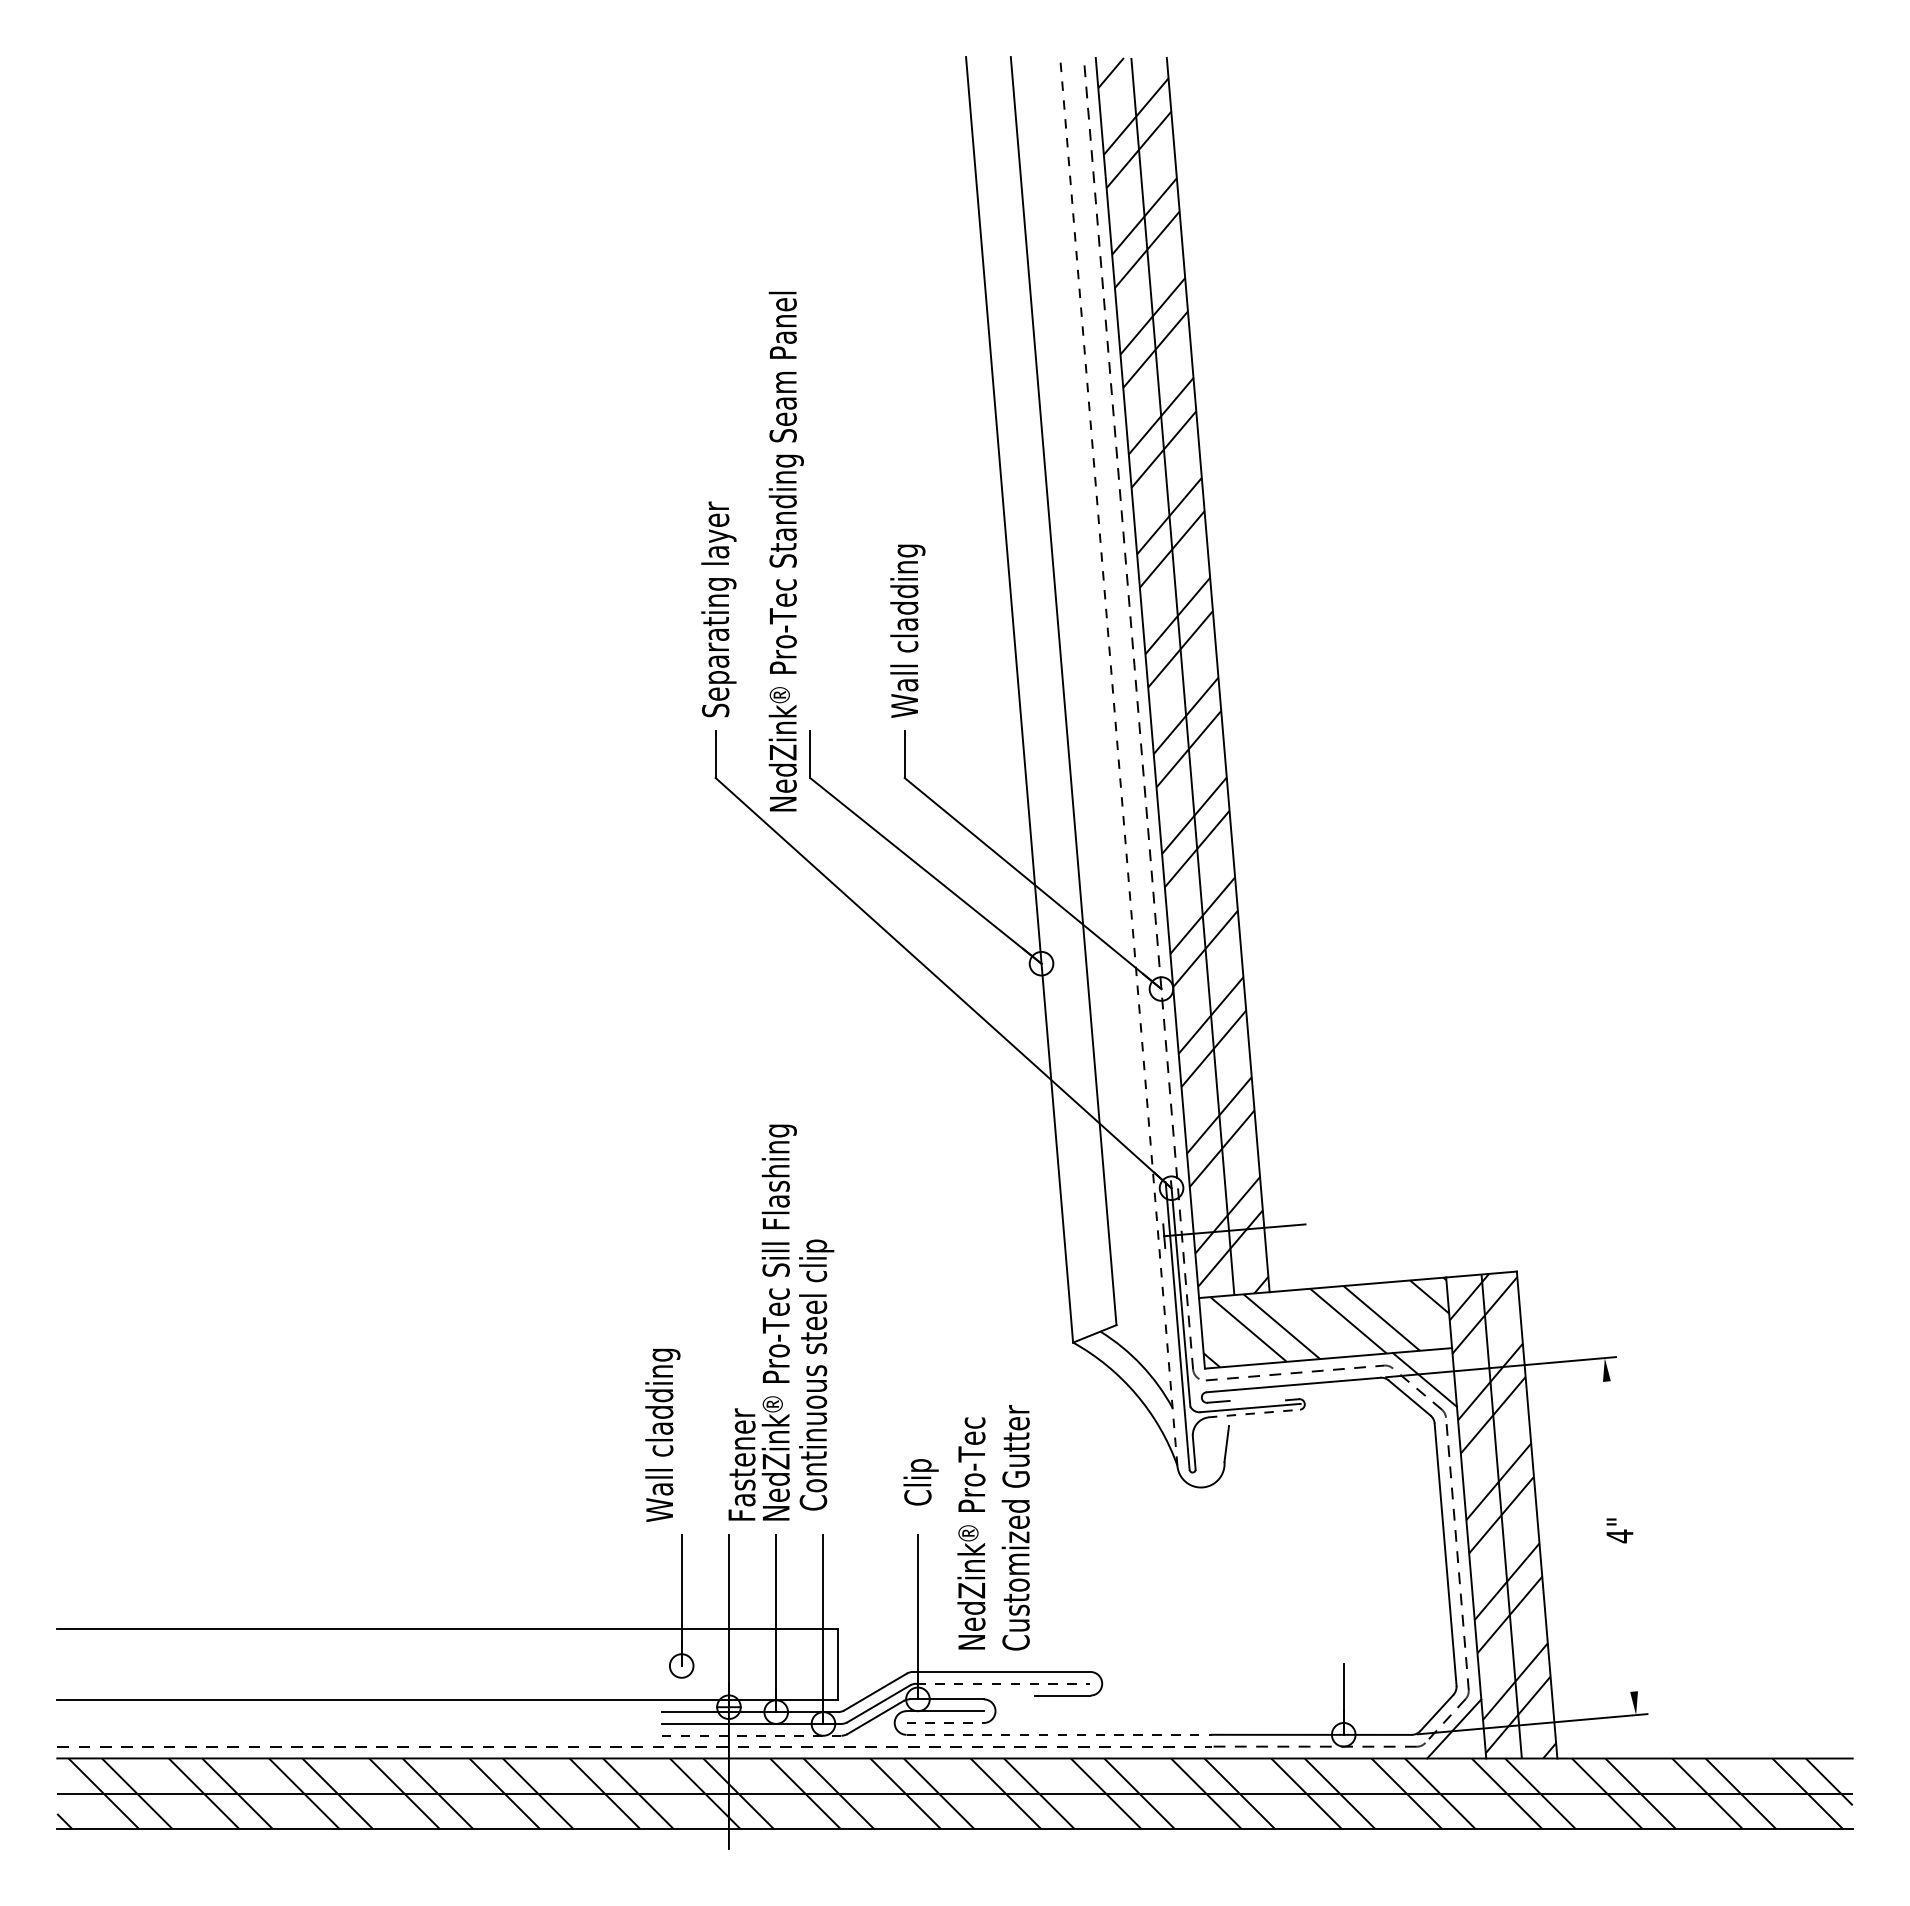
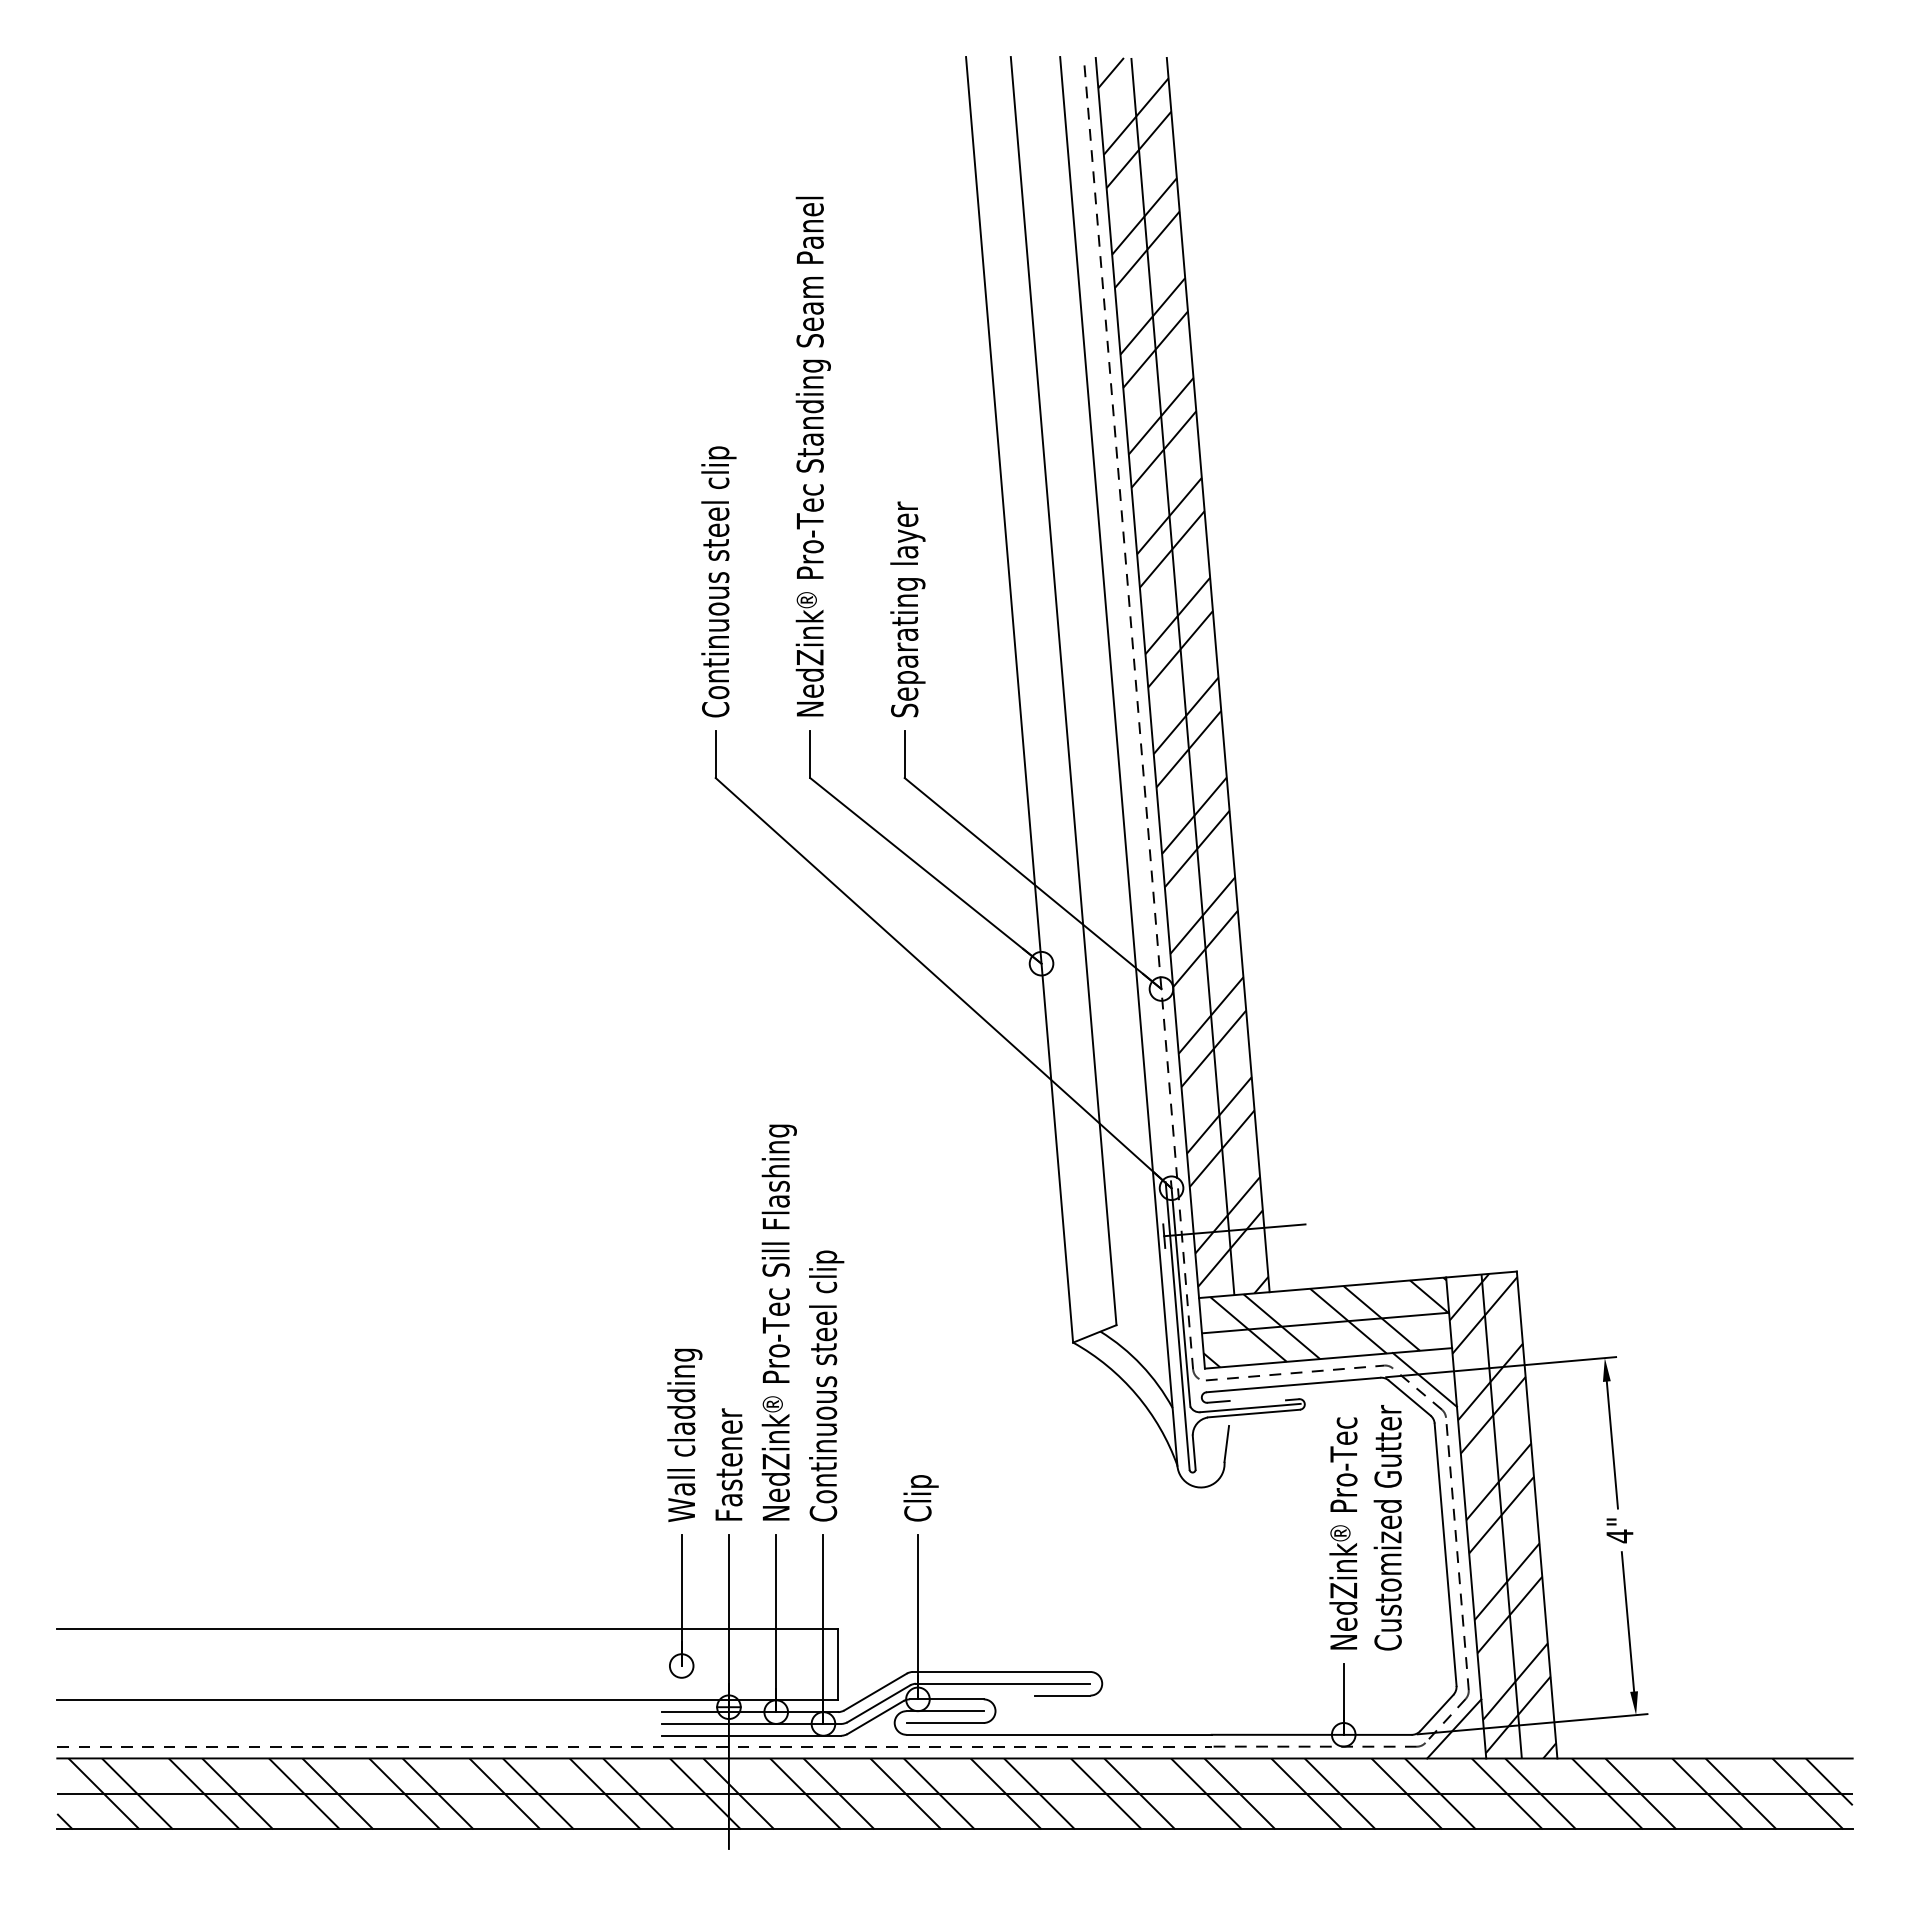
text at (785, 551) position: (785, 551) -> (812, 456)
text at (718, 581): Separating layer -> Continuous steel clip
text at (907, 609): Wall cladding -> Separating layer
line at (1118, 761): dashed -> solid
hatch at (1325, 1322): none -> present
text at (816, 1374) position: (816, 1374) -> (826, 1385)
line at (1254, 1413): dashed -> solid
text at (662, 1435) position: (662, 1435) -> (684, 1435)
line at (1611, 1444): none -> present
text at (741, 1464) position: (741, 1464) -> (728, 1464)
text at (920, 1482) position: (920, 1482) -> (920, 1498)
text at (993, 1527) position: (993, 1527) -> (1365, 1527)
line at (1627, 1621): none -> present
line at (1003, 1683): dashed -> solid
line at (945, 1722): dashed -> solid
line at (1059, 1734): dashed -> solid
line at (751, 1735): dashed -> solid
